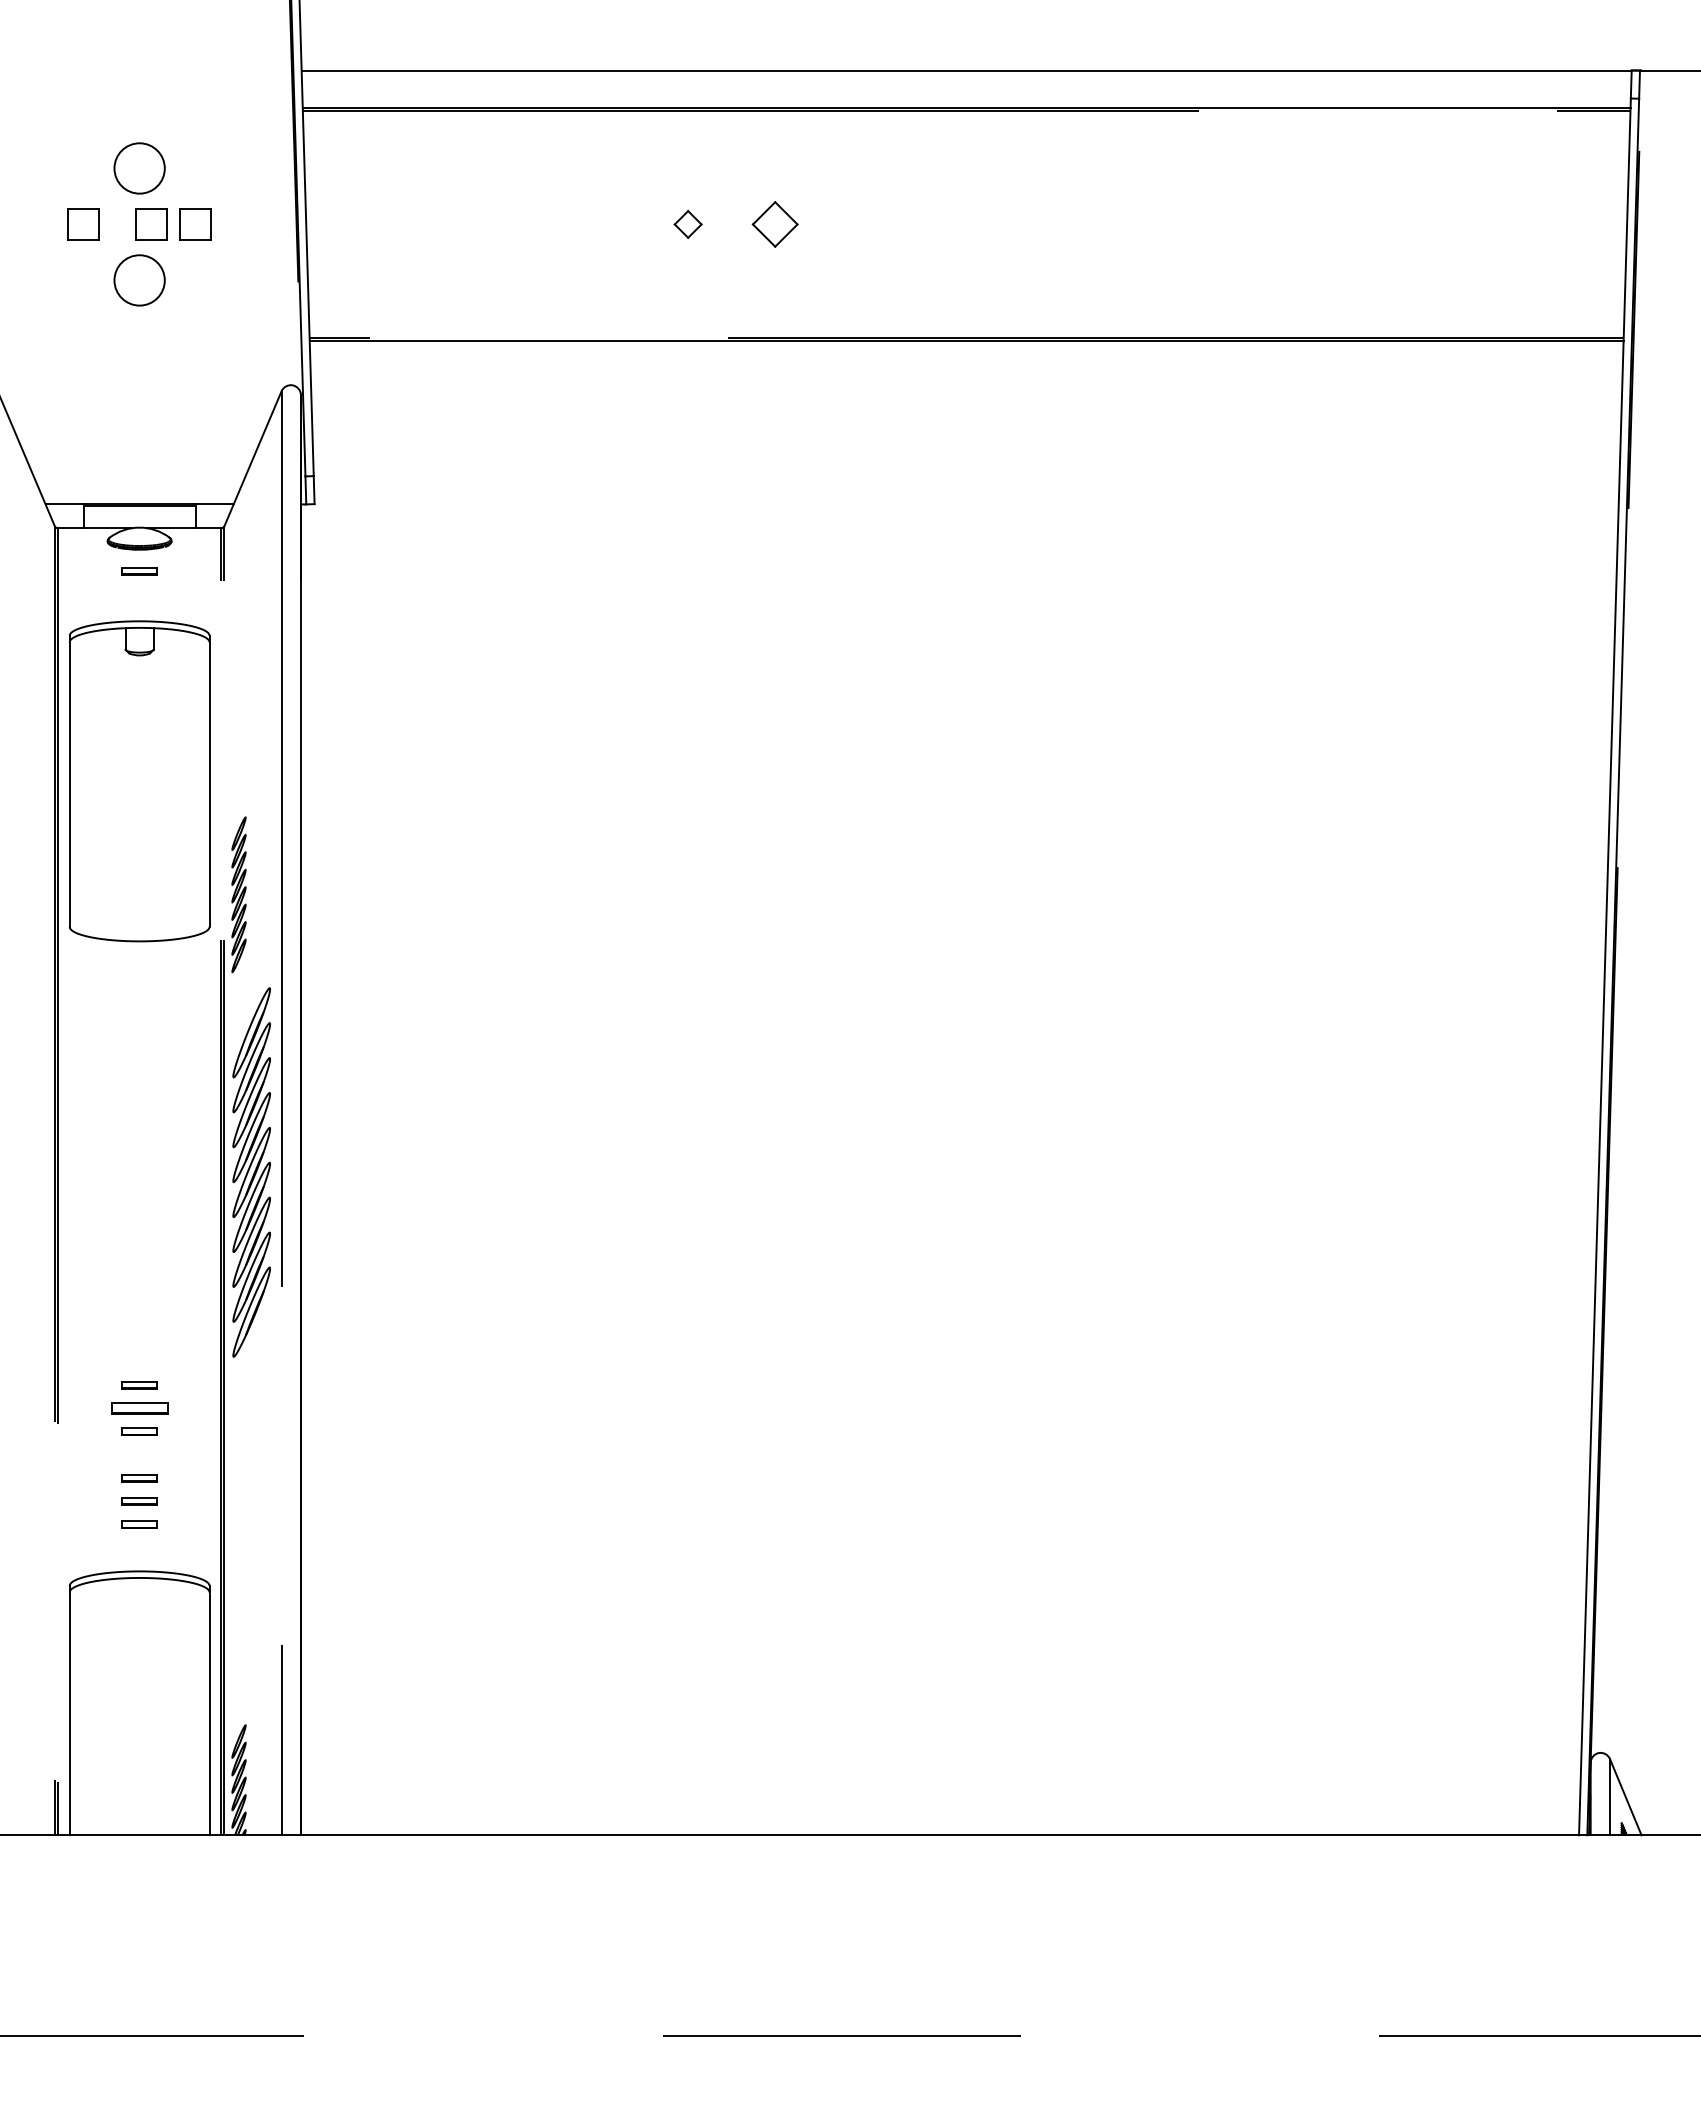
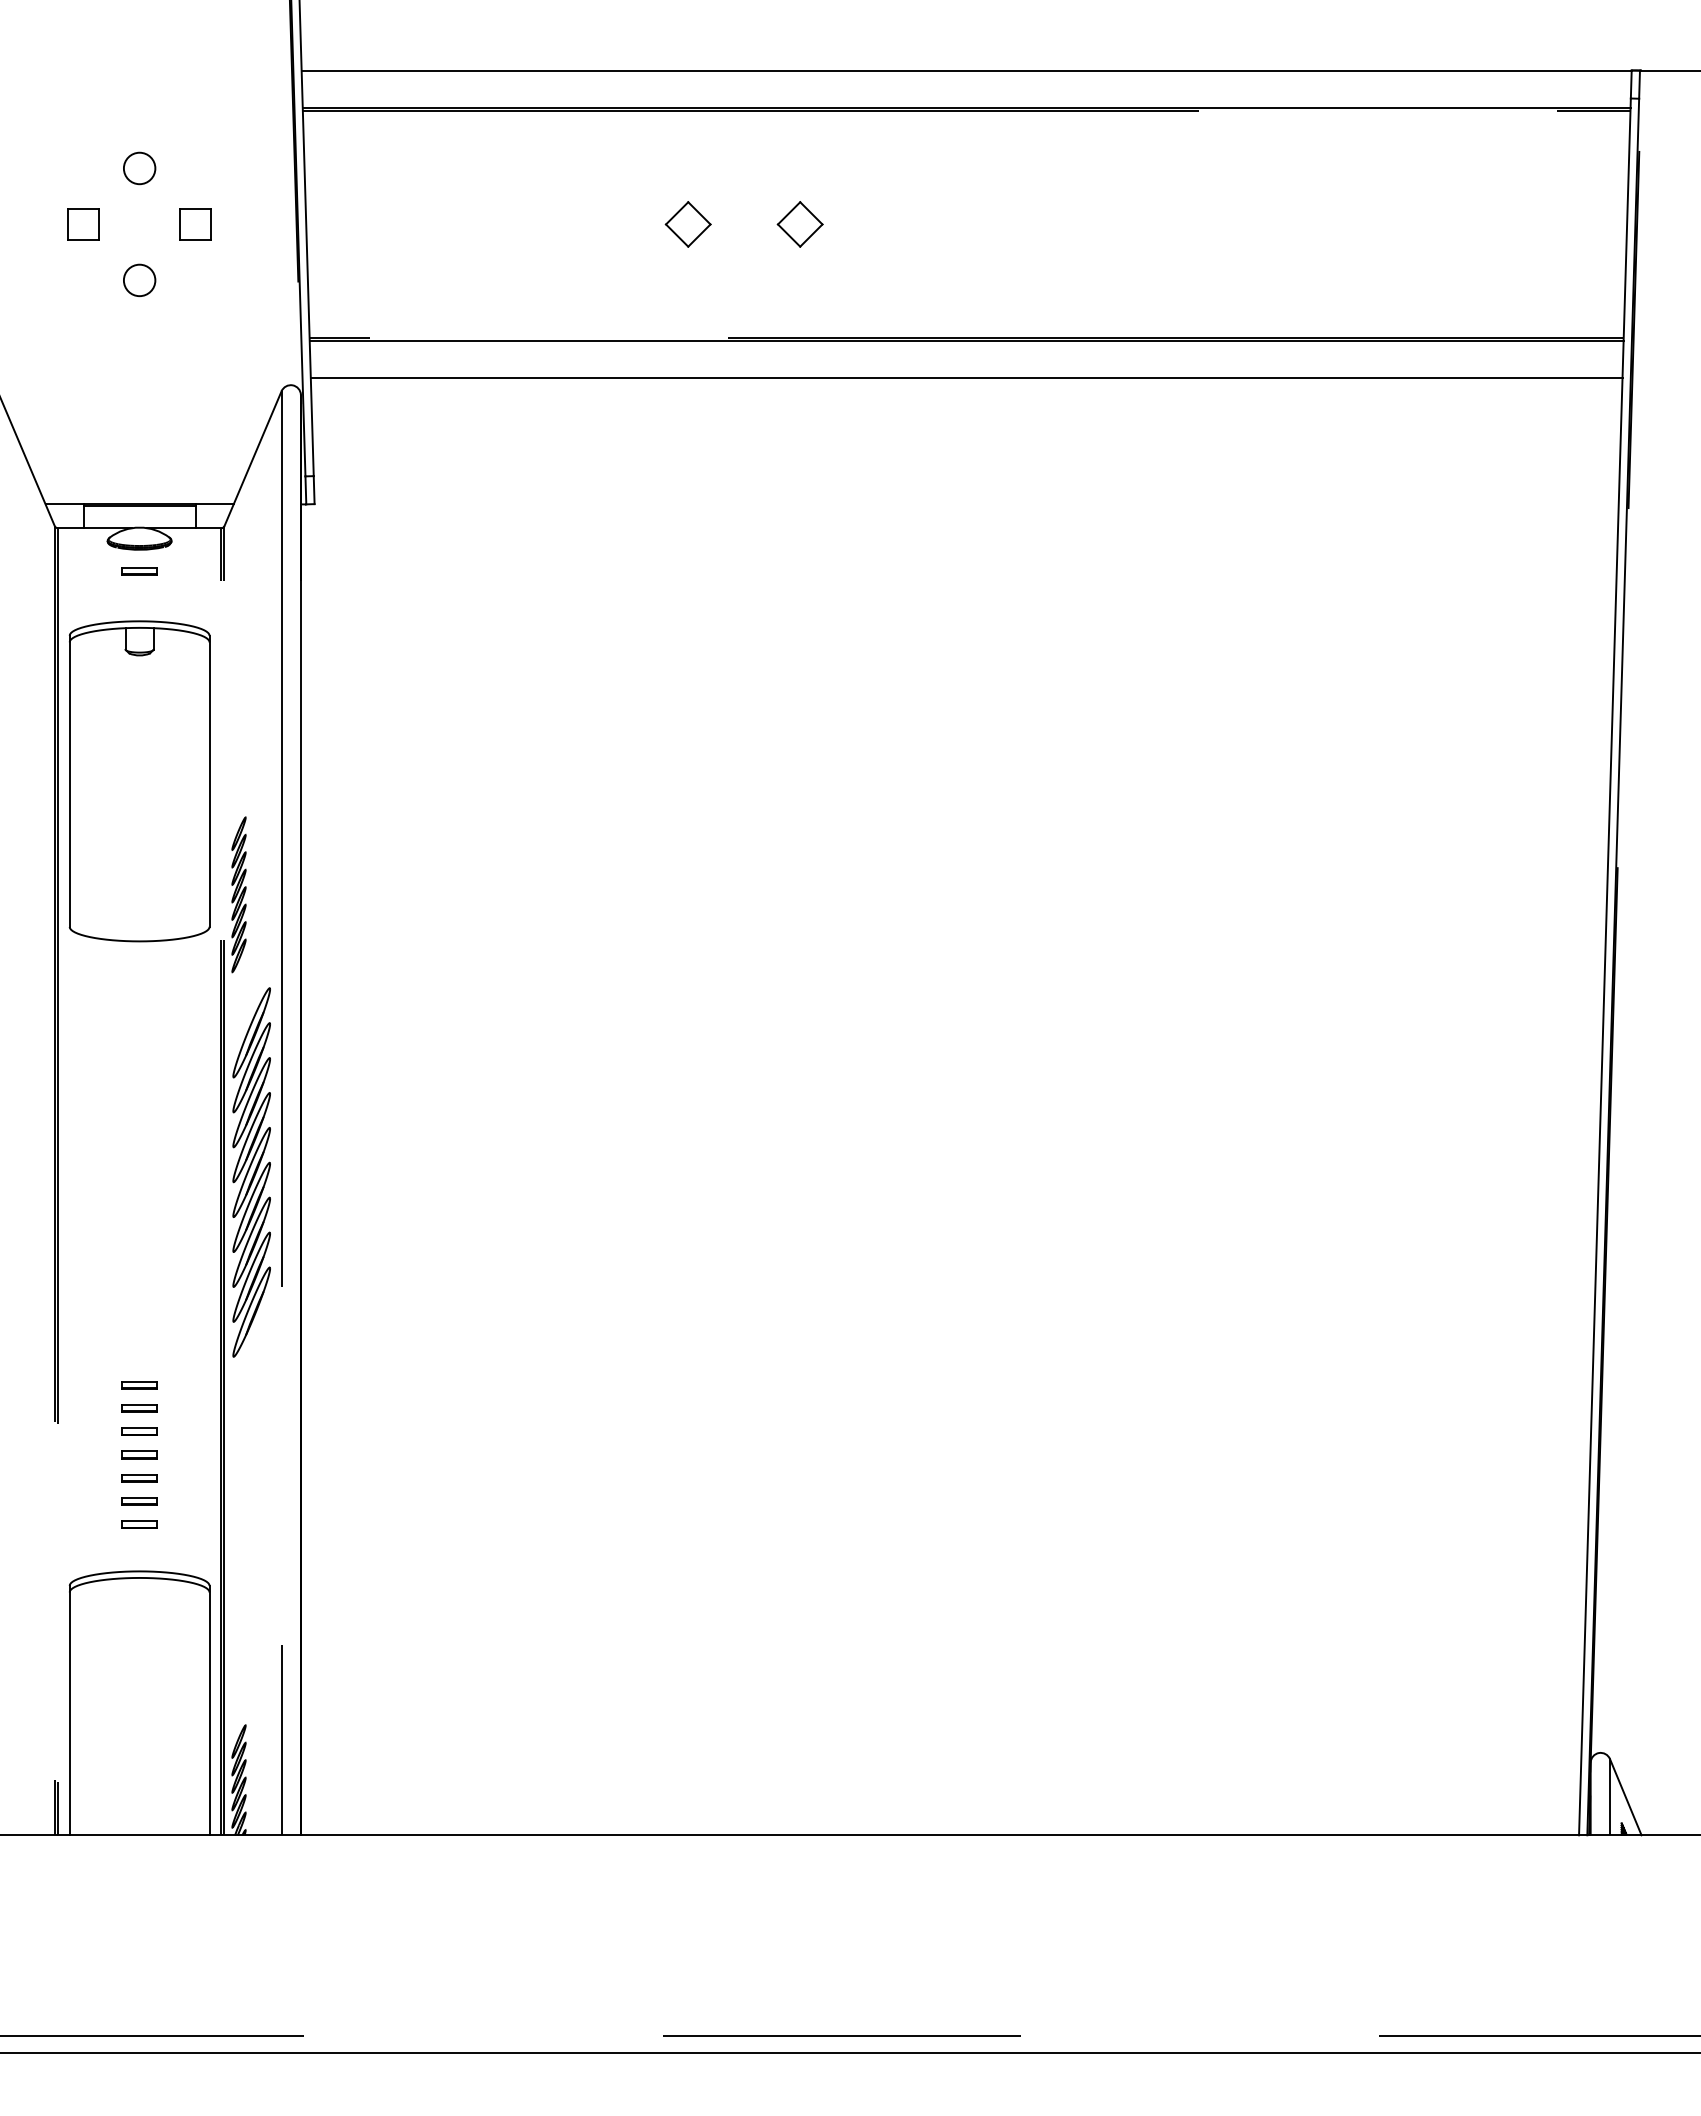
circle at (139, 168) diameter: 50 px -> 31 px
part at (151, 224): present -> none
part at (687, 224) size: 30x29 px -> 48x47 px
part at (774, 224) position: (774, 224) -> (799, 224)
circle at (139, 280) diameter: 50 px -> 31 px
line at (966, 378): none -> present
part at (139, 1408) size: 58x13 px -> 37x9 px
part at (139, 1454): none -> present
line at (849, 2052): none -> present
